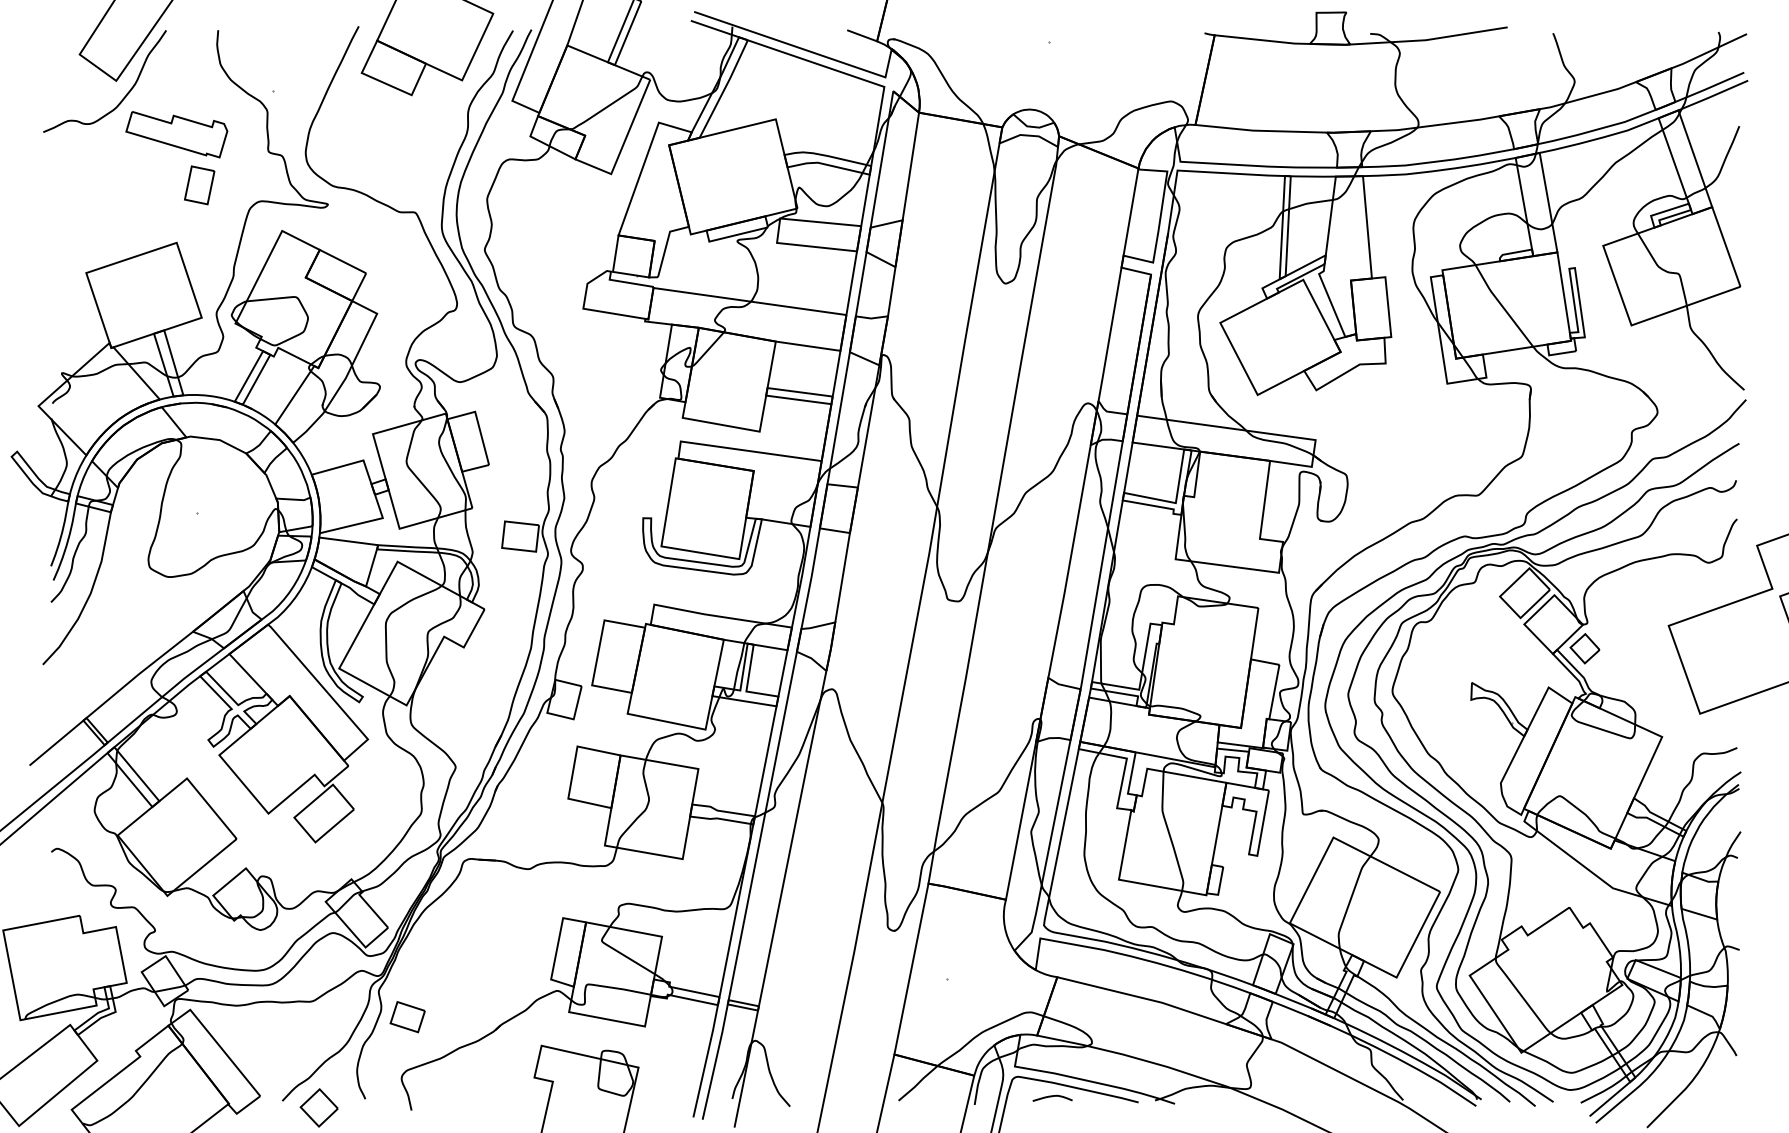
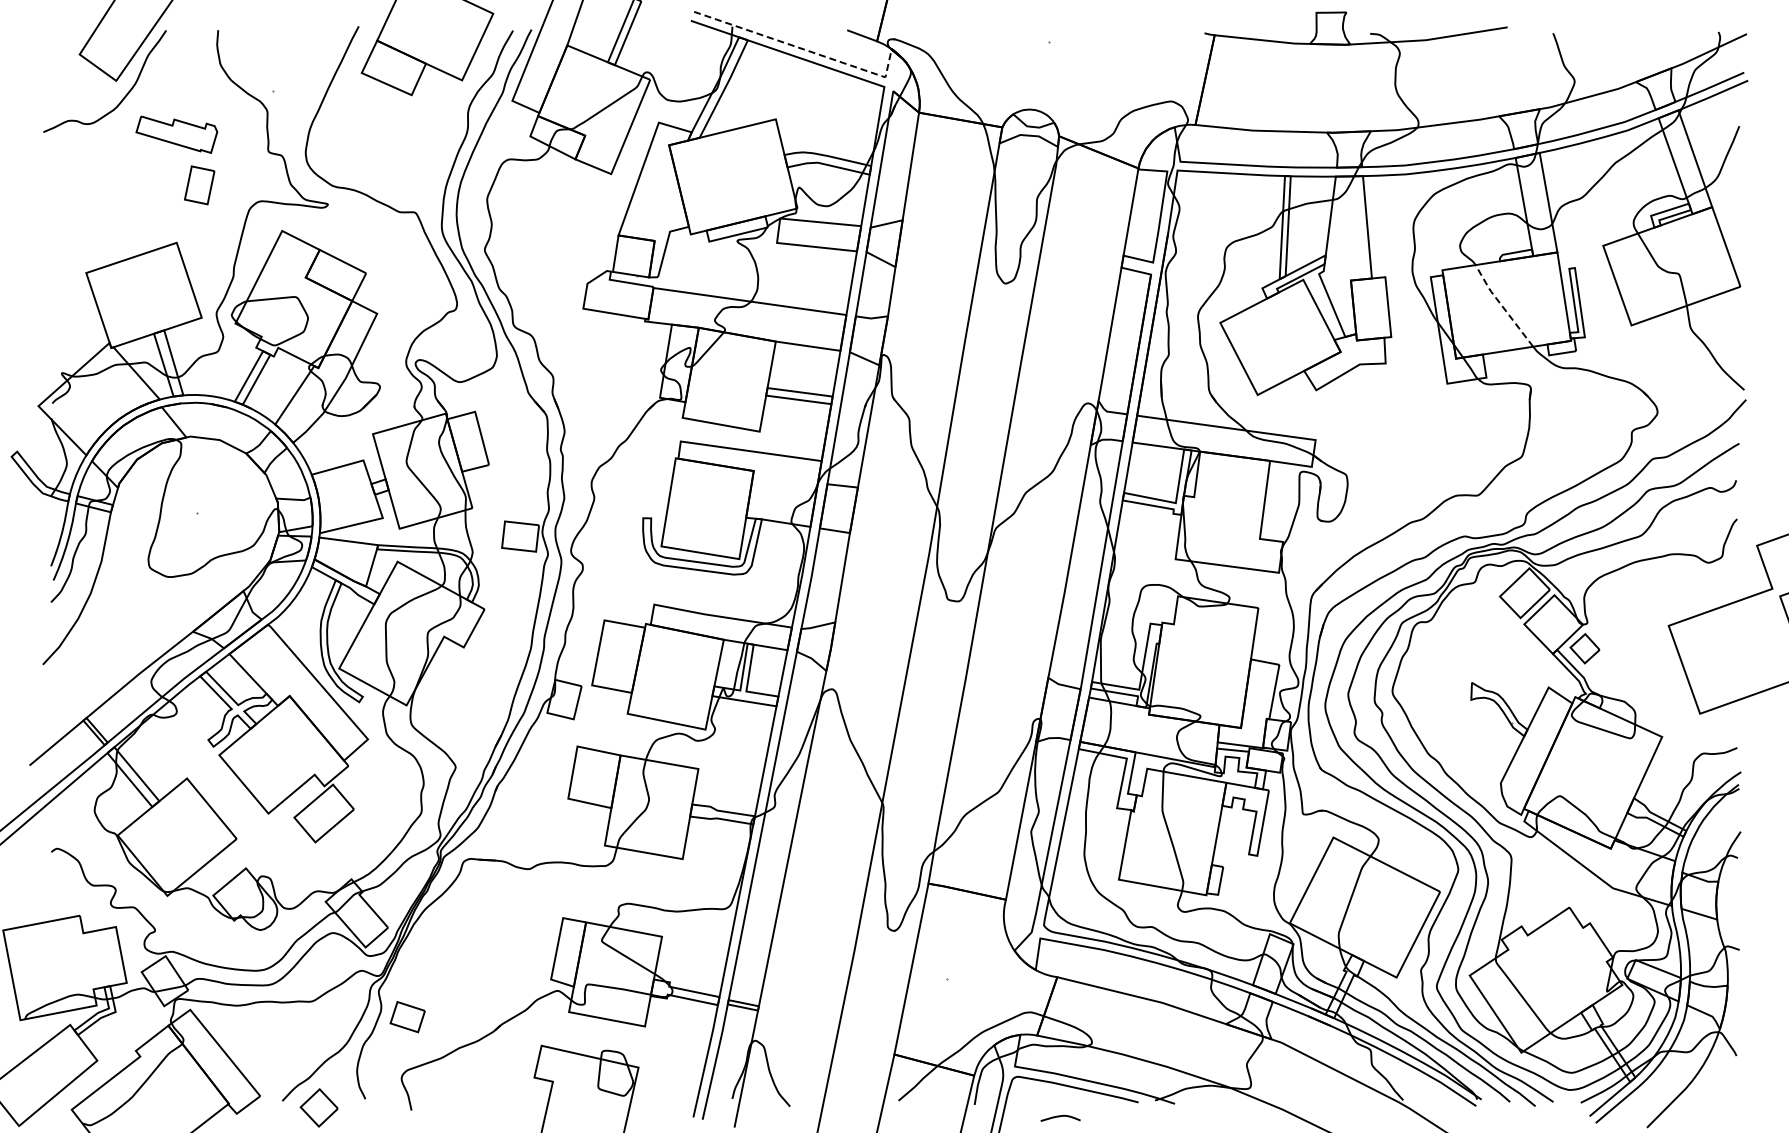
line at (806, 50): solid -> dashed
part at (176, 134) size: 104x48 px -> 84x39 px
line at (1502, 305): solid -> dashed
curve at (1052, 1097) position: (1052, 1097) -> (1060, 1117)
